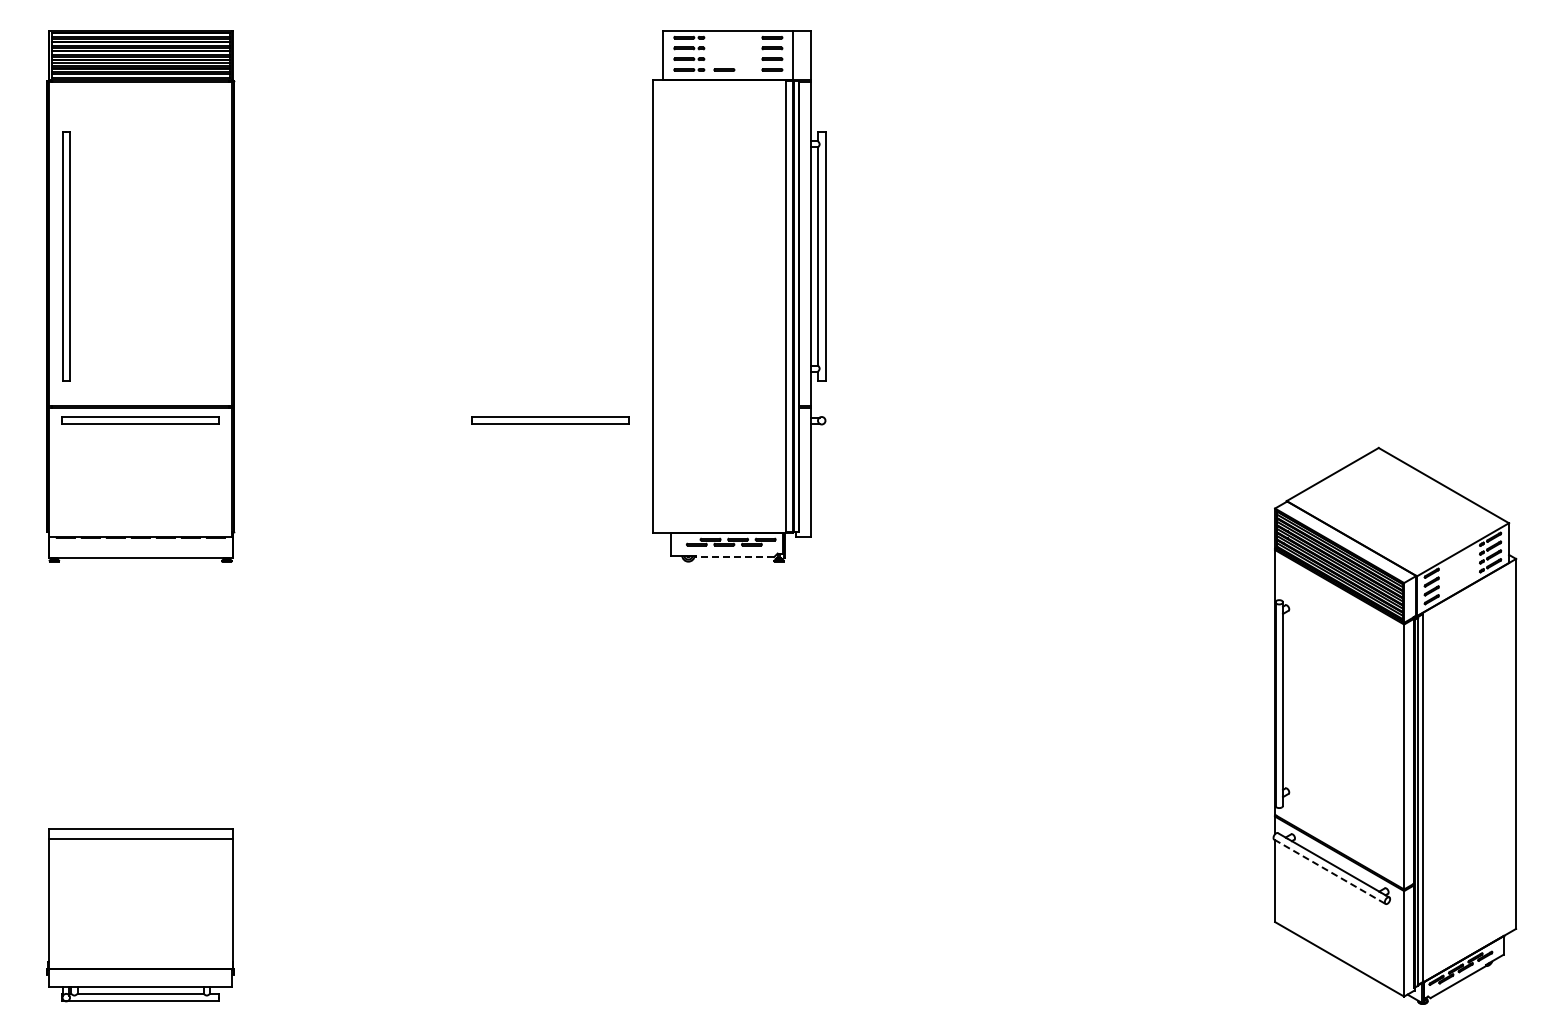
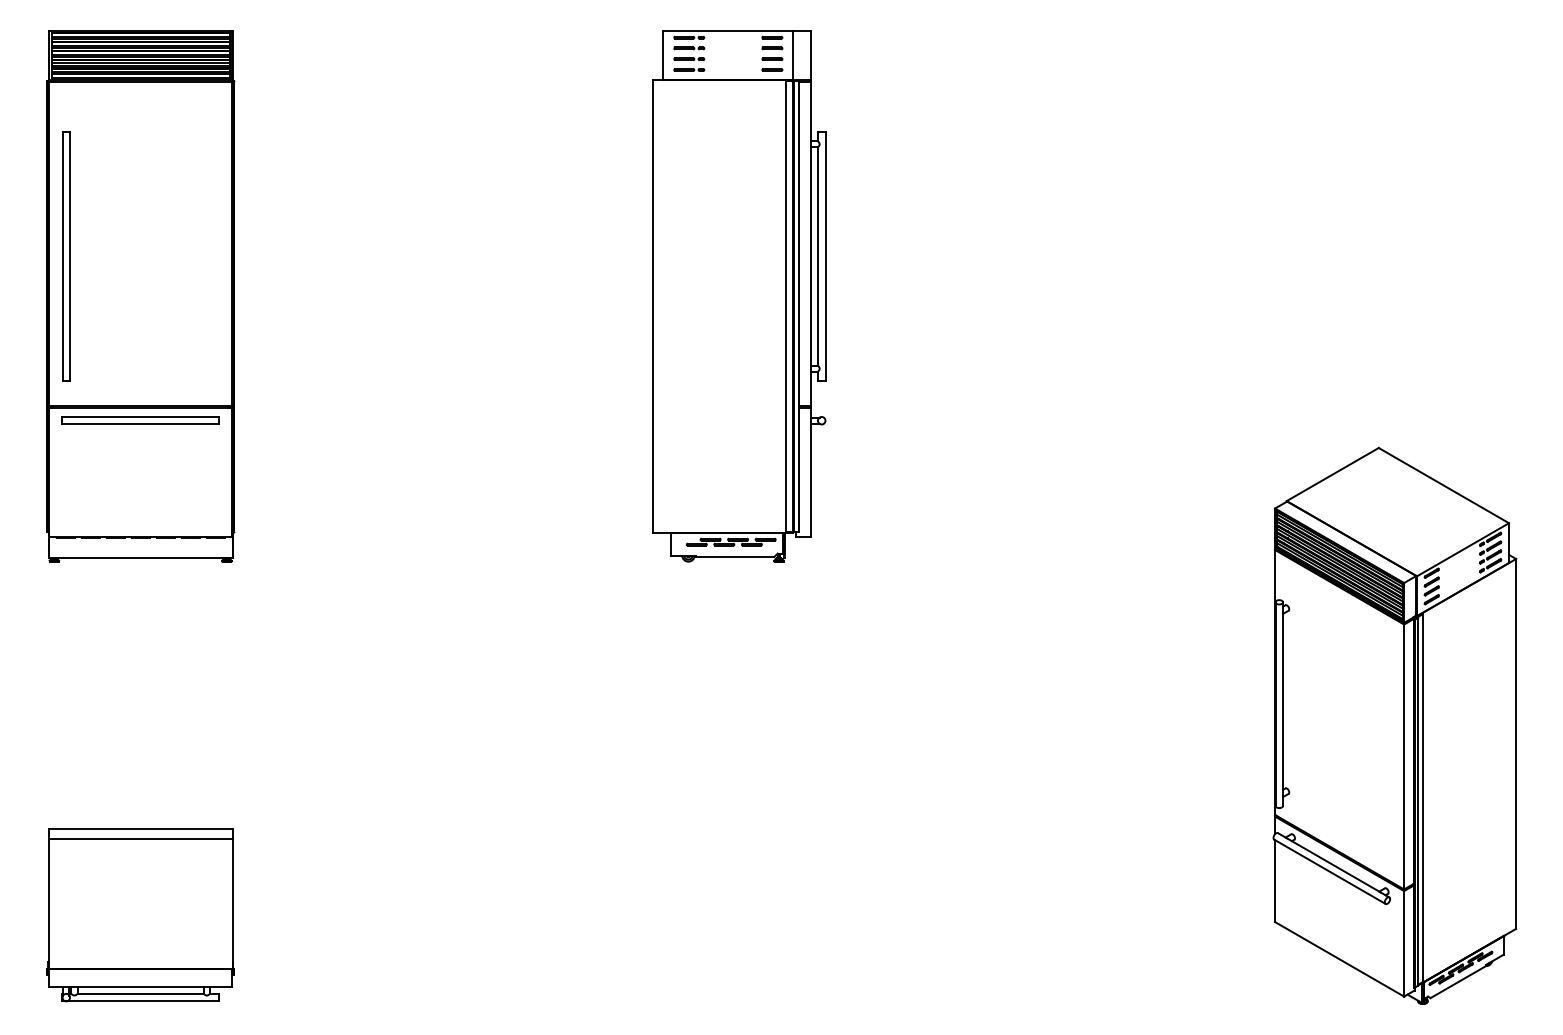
line at (724, 69): present -> none
part at (550, 420): present -> none
line at (734, 557): dashed -> solid
line at (1330, 872): dashed -> solid
